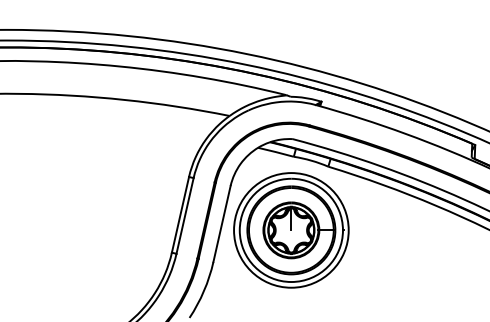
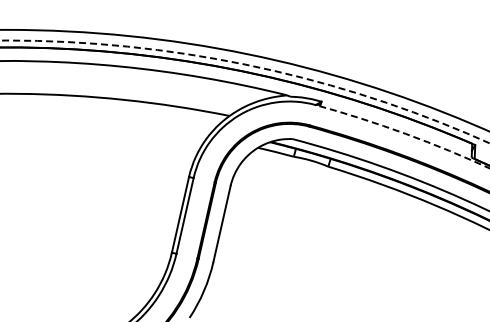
circle at (244, 91): solid -> dashed
arc at (404, 133): solid -> dashed
part at (291, 230): present -> none
